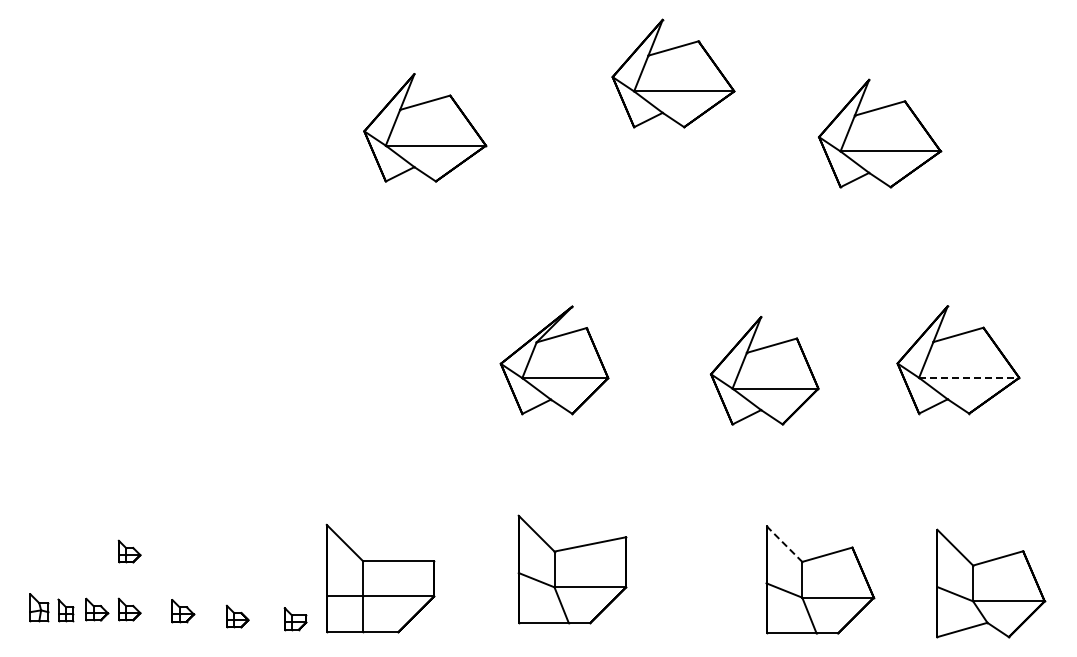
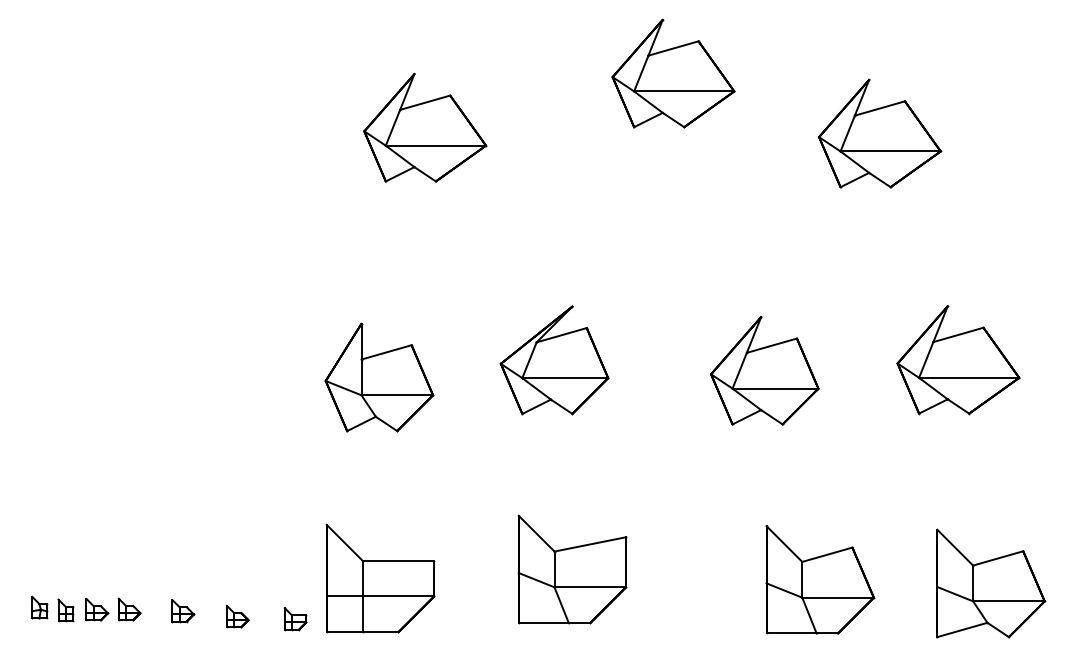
part at (379, 377): none -> present
line at (969, 377): dashed -> solid
line at (784, 544): dashed -> solid
part at (129, 551): present -> none
part at (39, 607) size: 21x30 px -> 18x25 px
